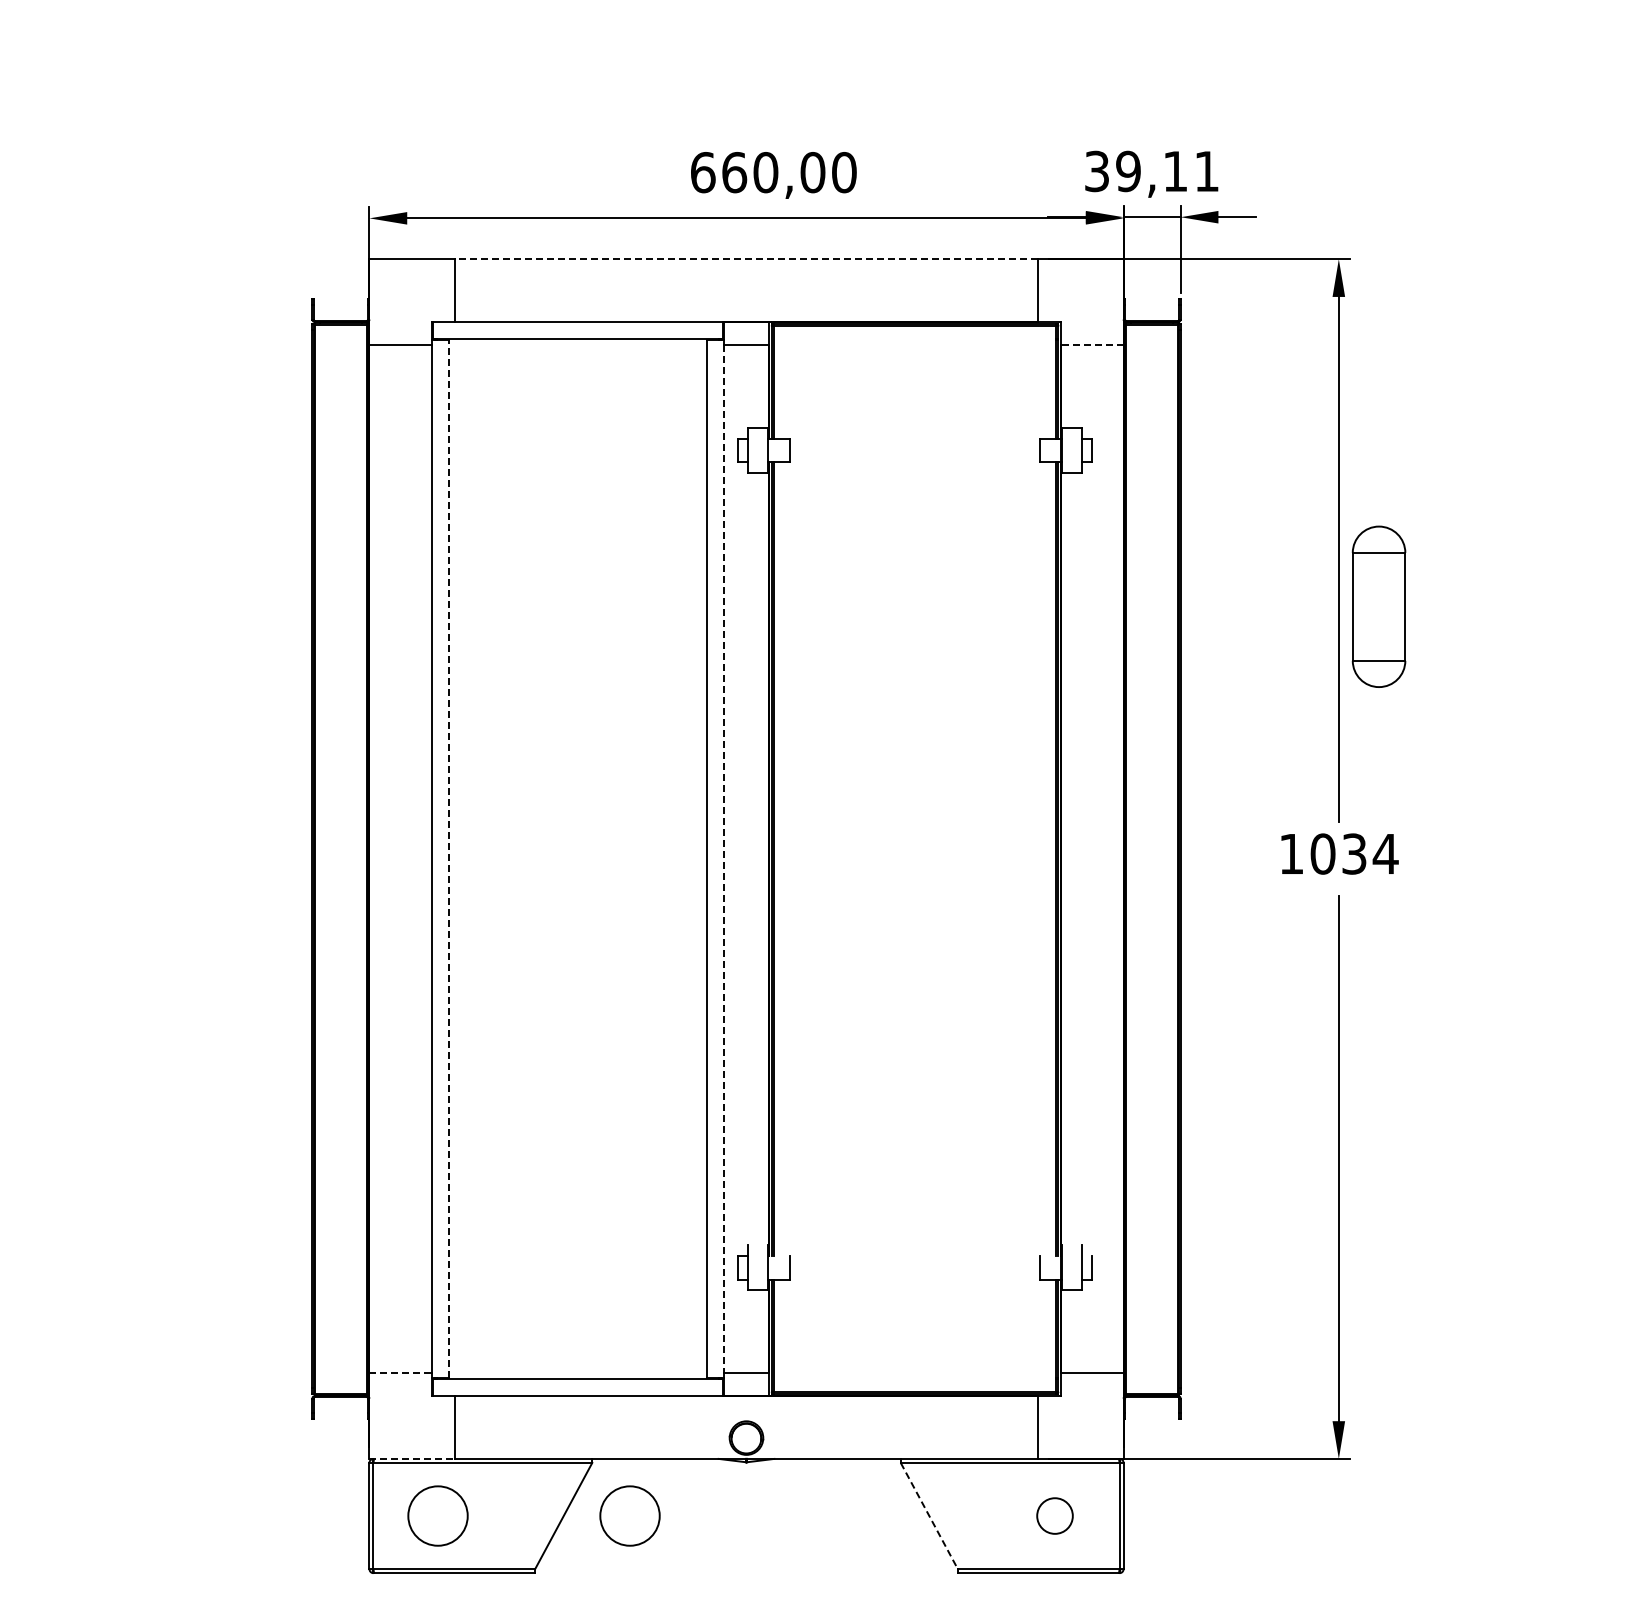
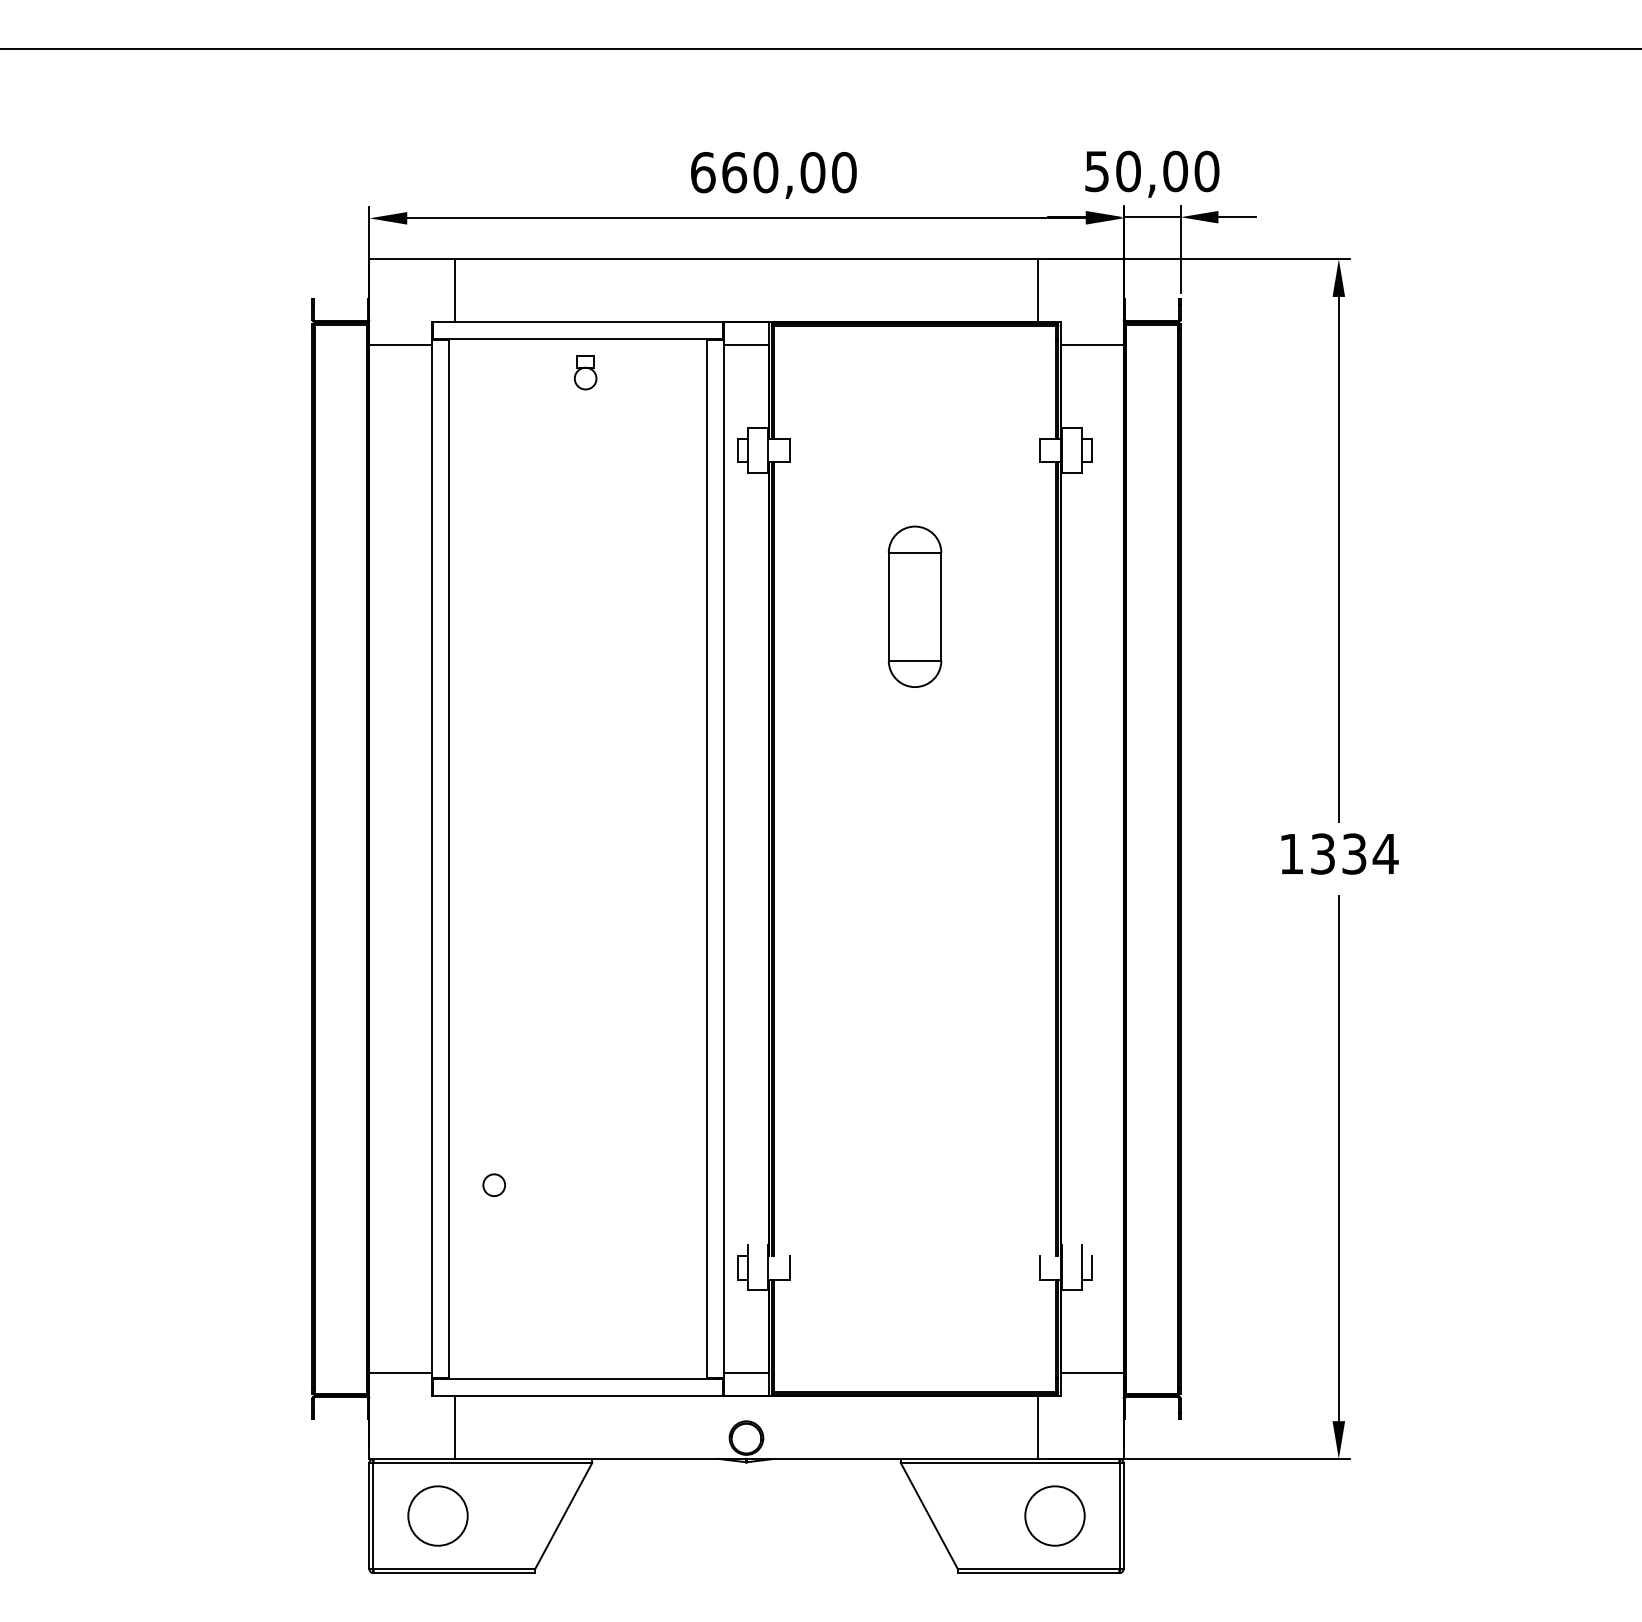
line at (820, 48): none -> present
text at (1152, 171): 39,11 -> 50,00
line at (746, 259): dashed -> solid
line at (1091, 344): dashed -> solid
part at (585, 372): none -> present
part at (1378, 606) position: (1378, 606) -> (914, 606)
text at (1322, 853): 1034 -> 1334
line at (449, 858): dashed -> solid
line at (723, 859): dashed -> solid
circle at (493, 1184): none -> present
line at (401, 1373): dashed -> solid
line at (412, 1458): dashed -> solid
circle at (629, 1515): present -> none
circle at (1054, 1515) diameter: 36 px -> 59 px
line at (929, 1516): dashed -> solid
